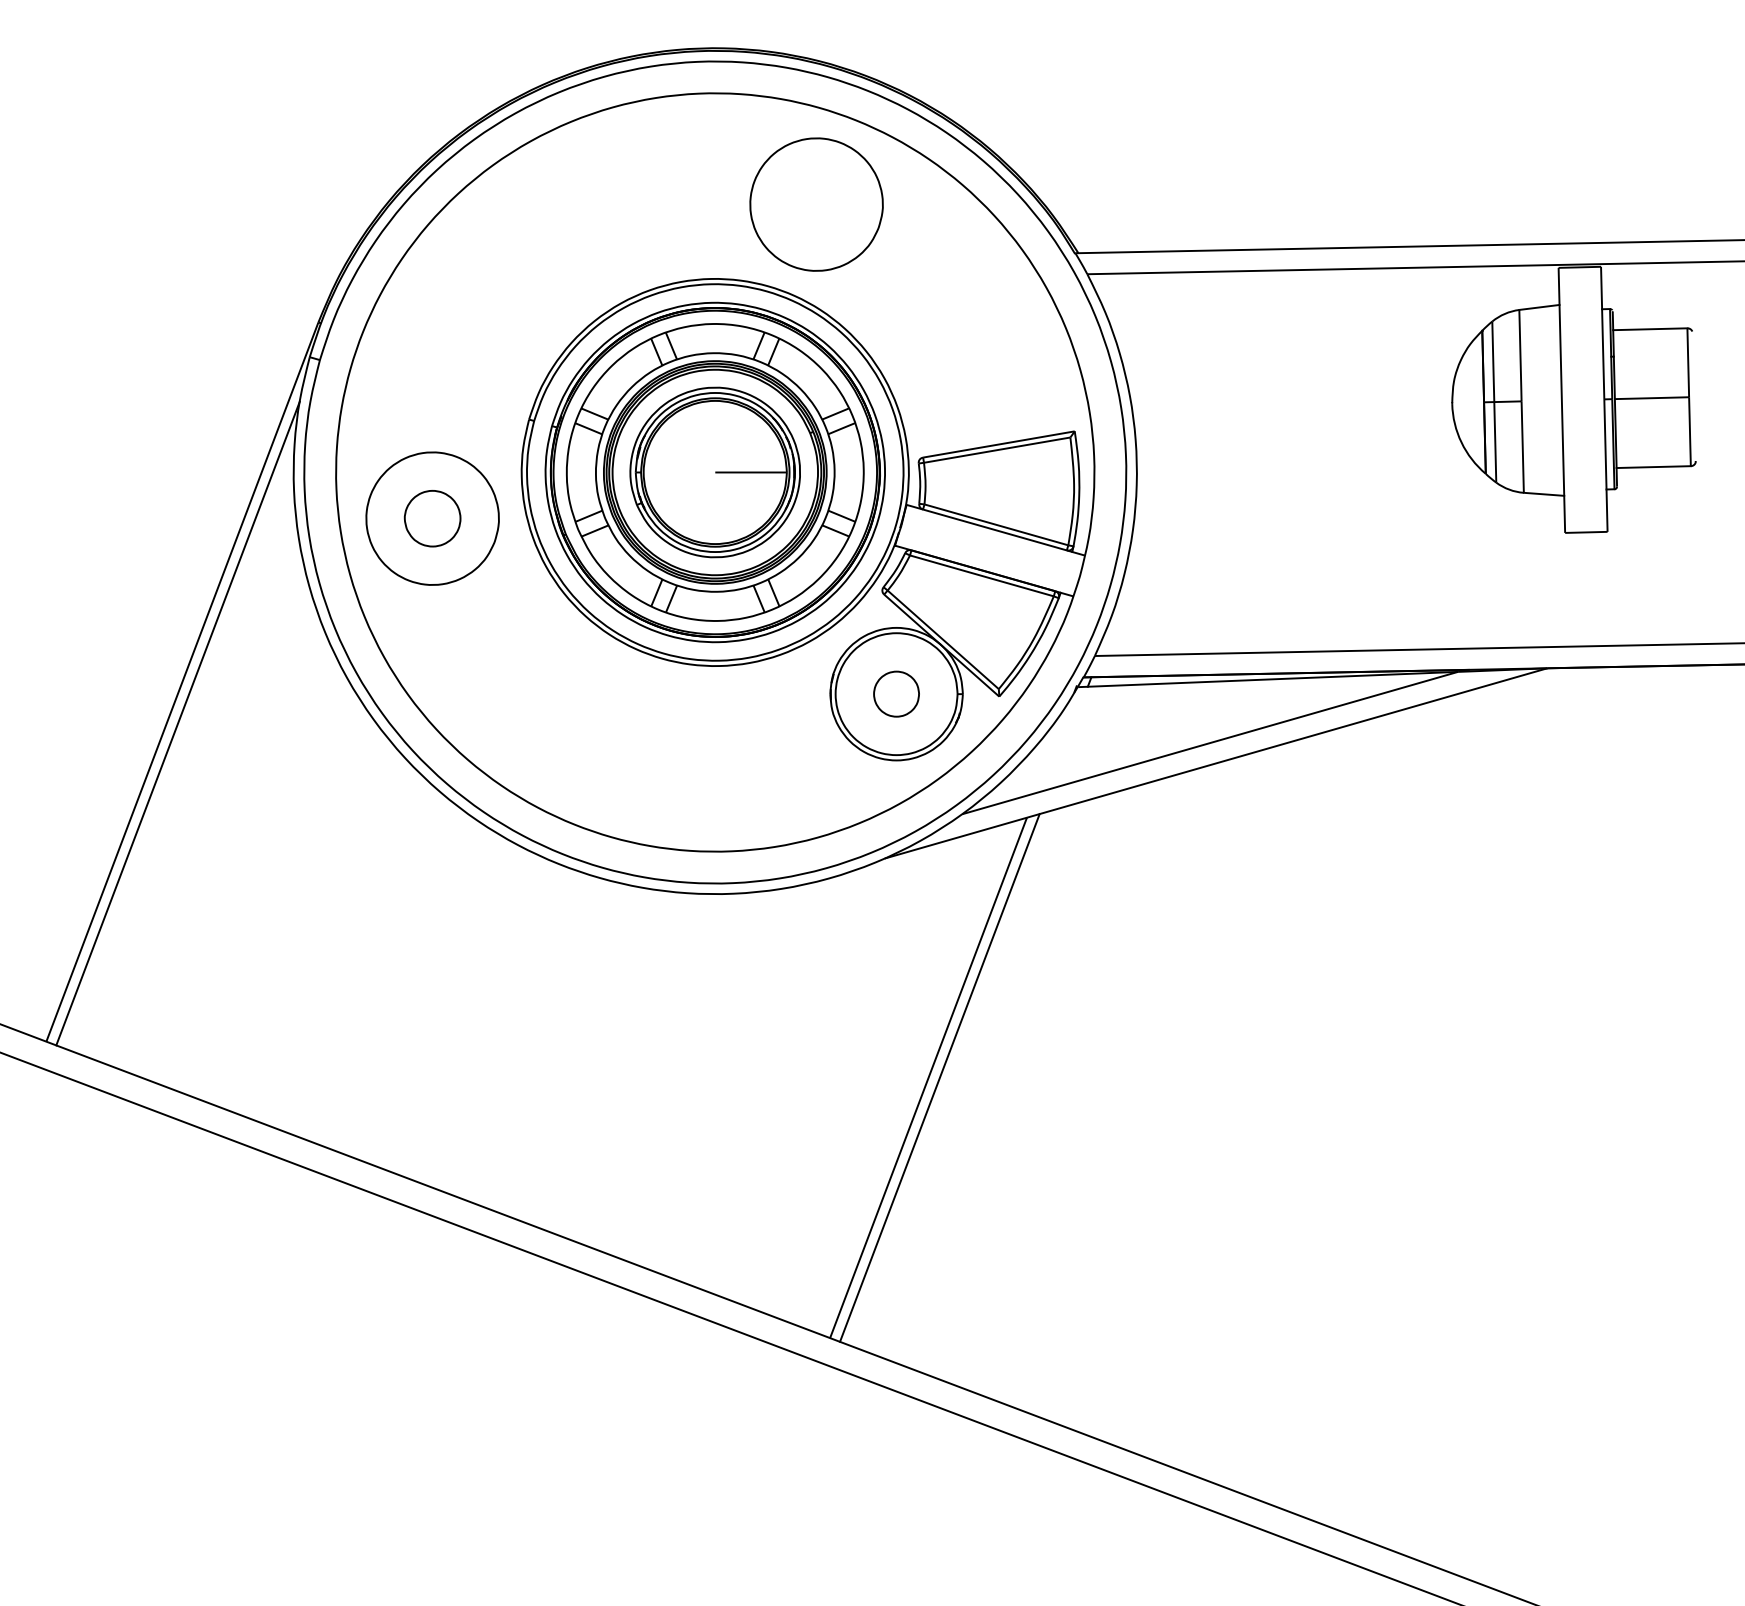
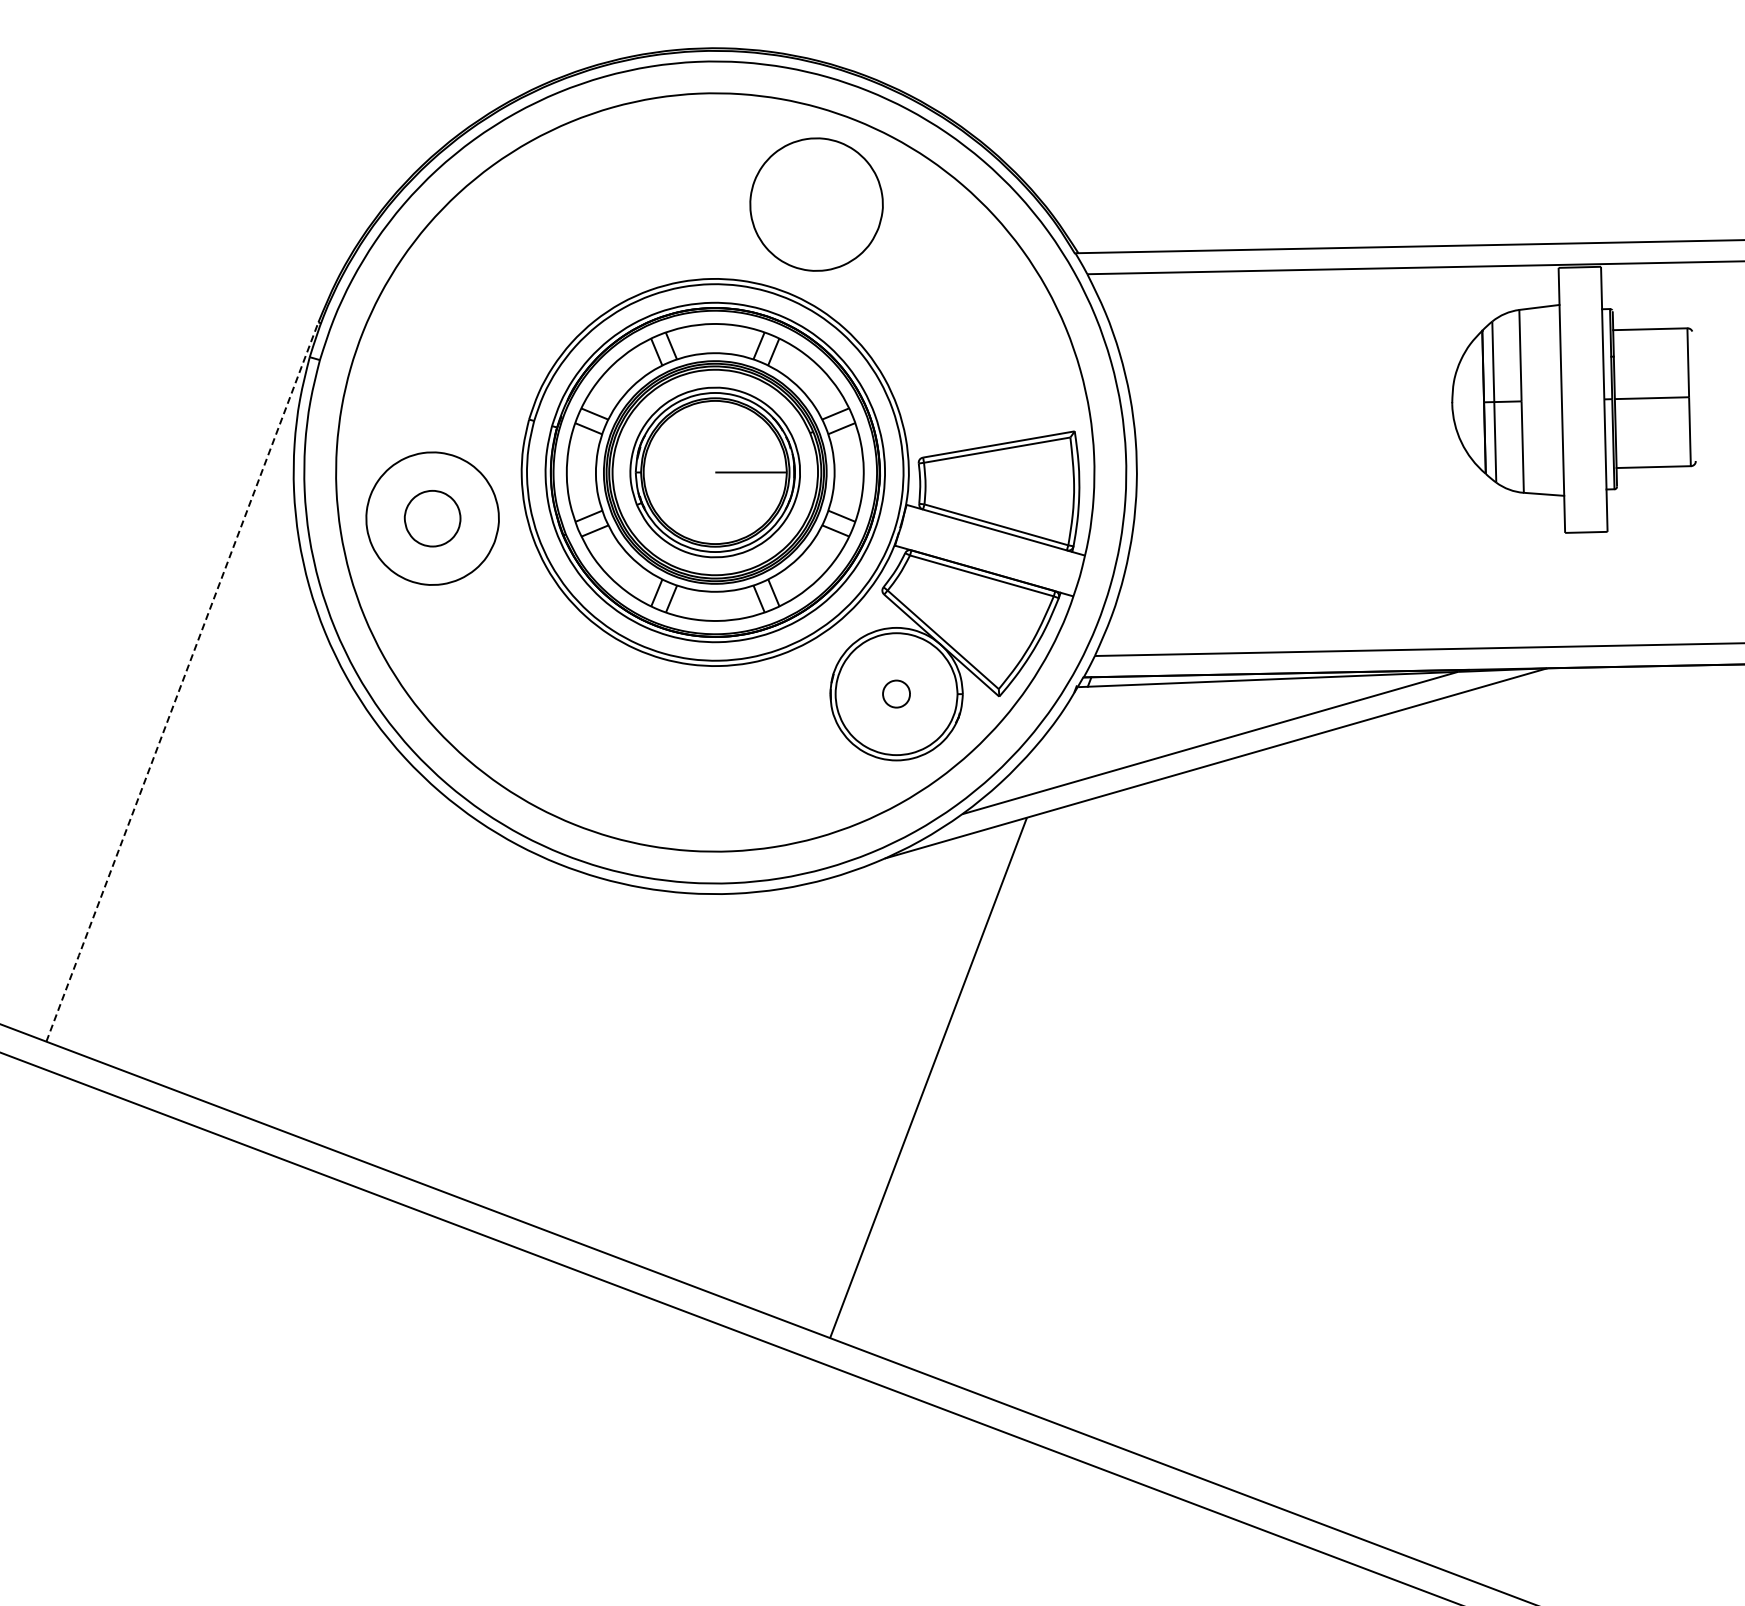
line at (182, 682): solid -> dashed
part at (896, 693) size: 47x48 px -> 29x30 px
line at (177, 723): present -> none
line at (939, 1077): present -> none
